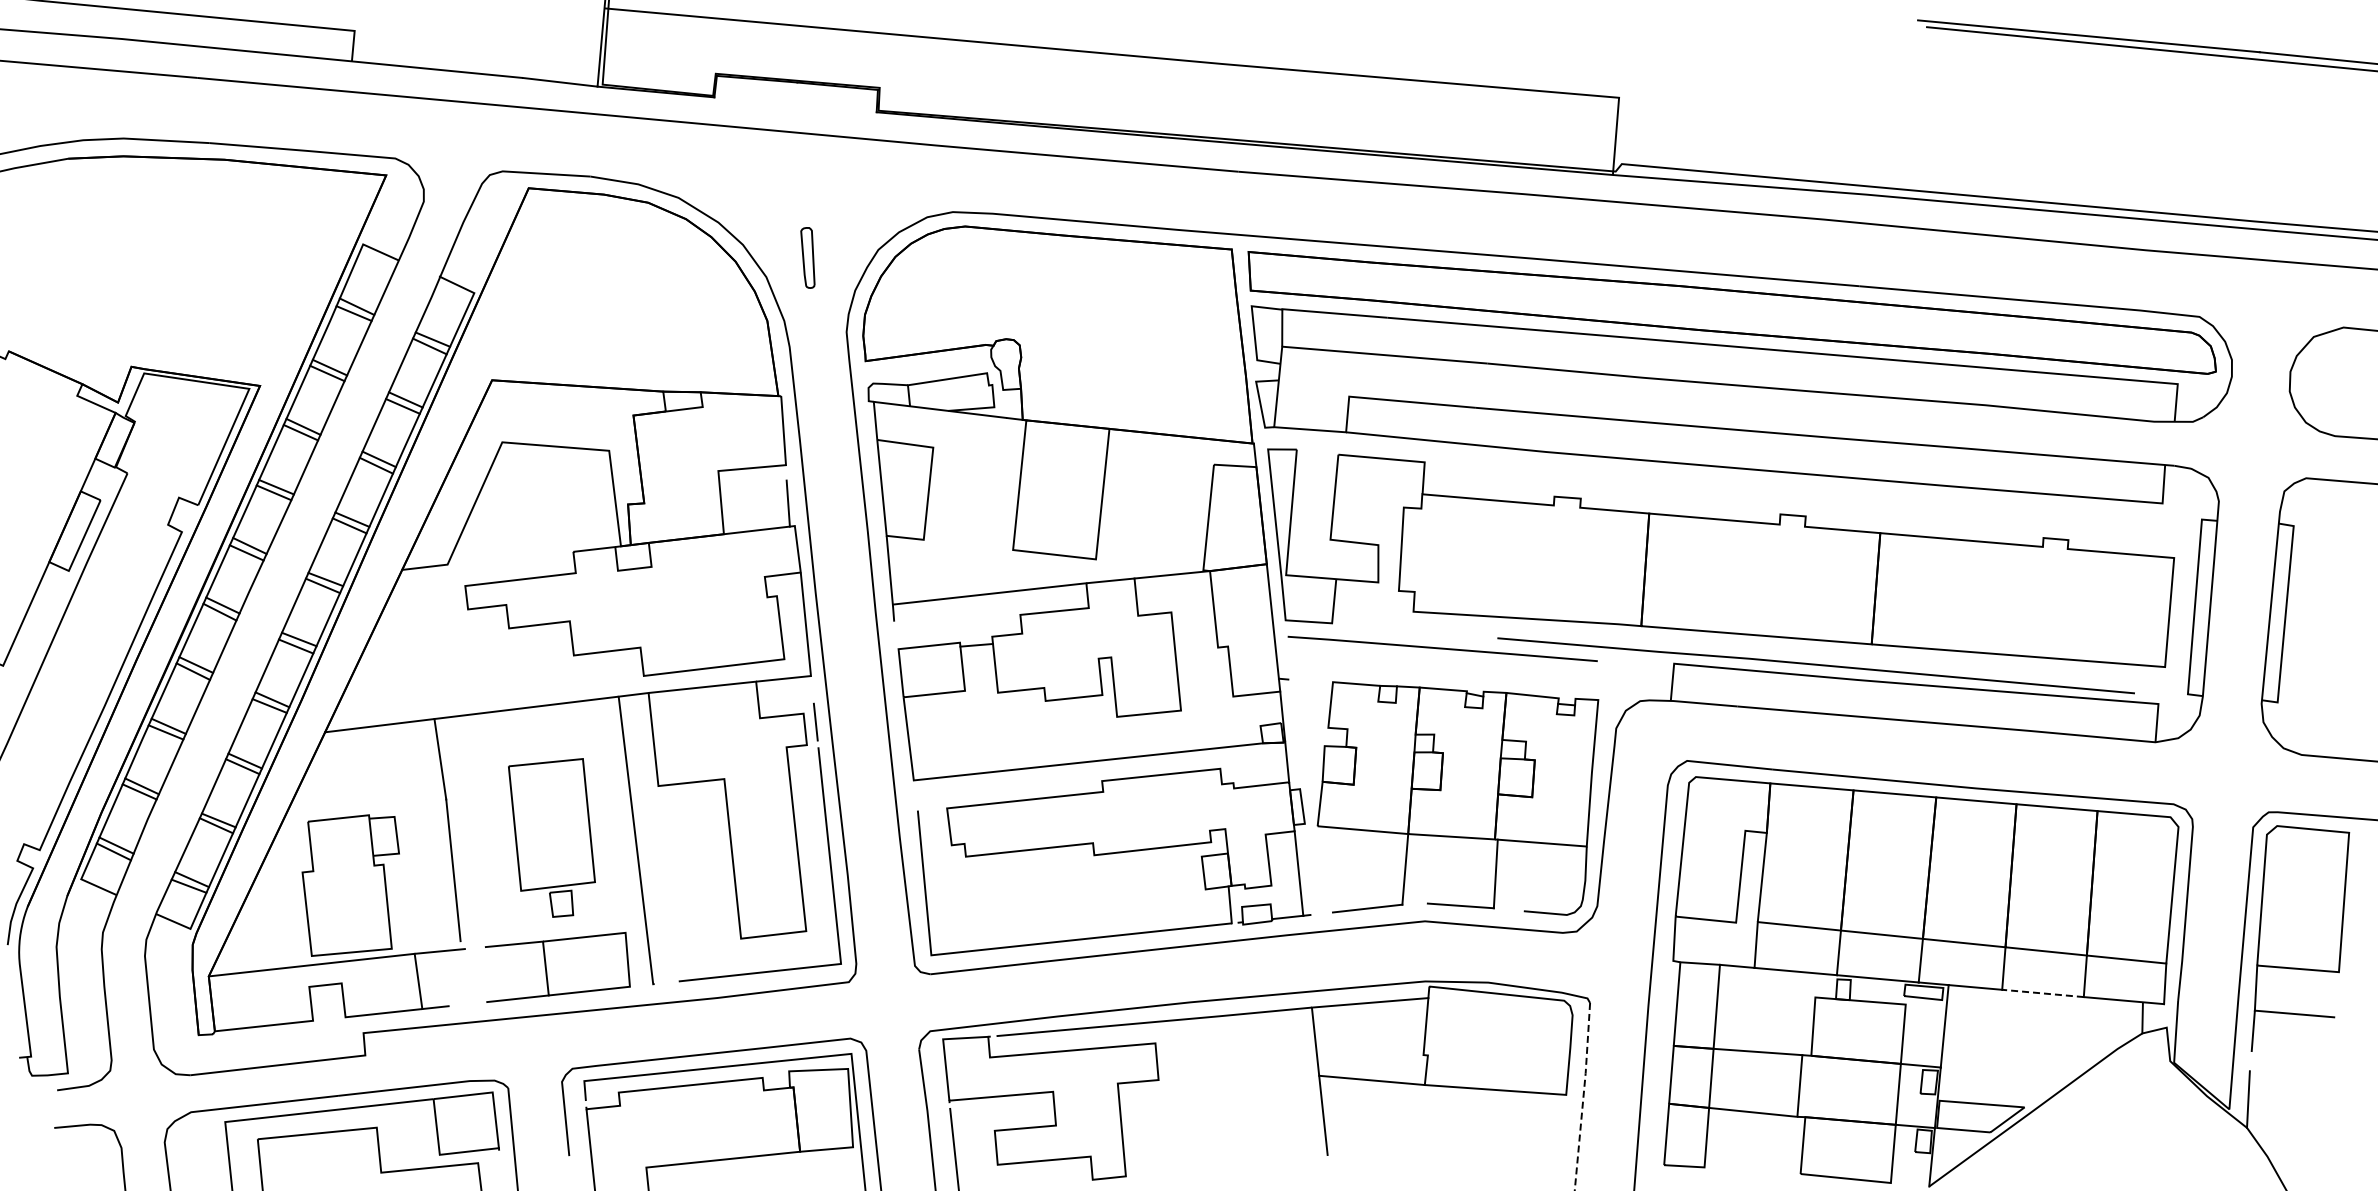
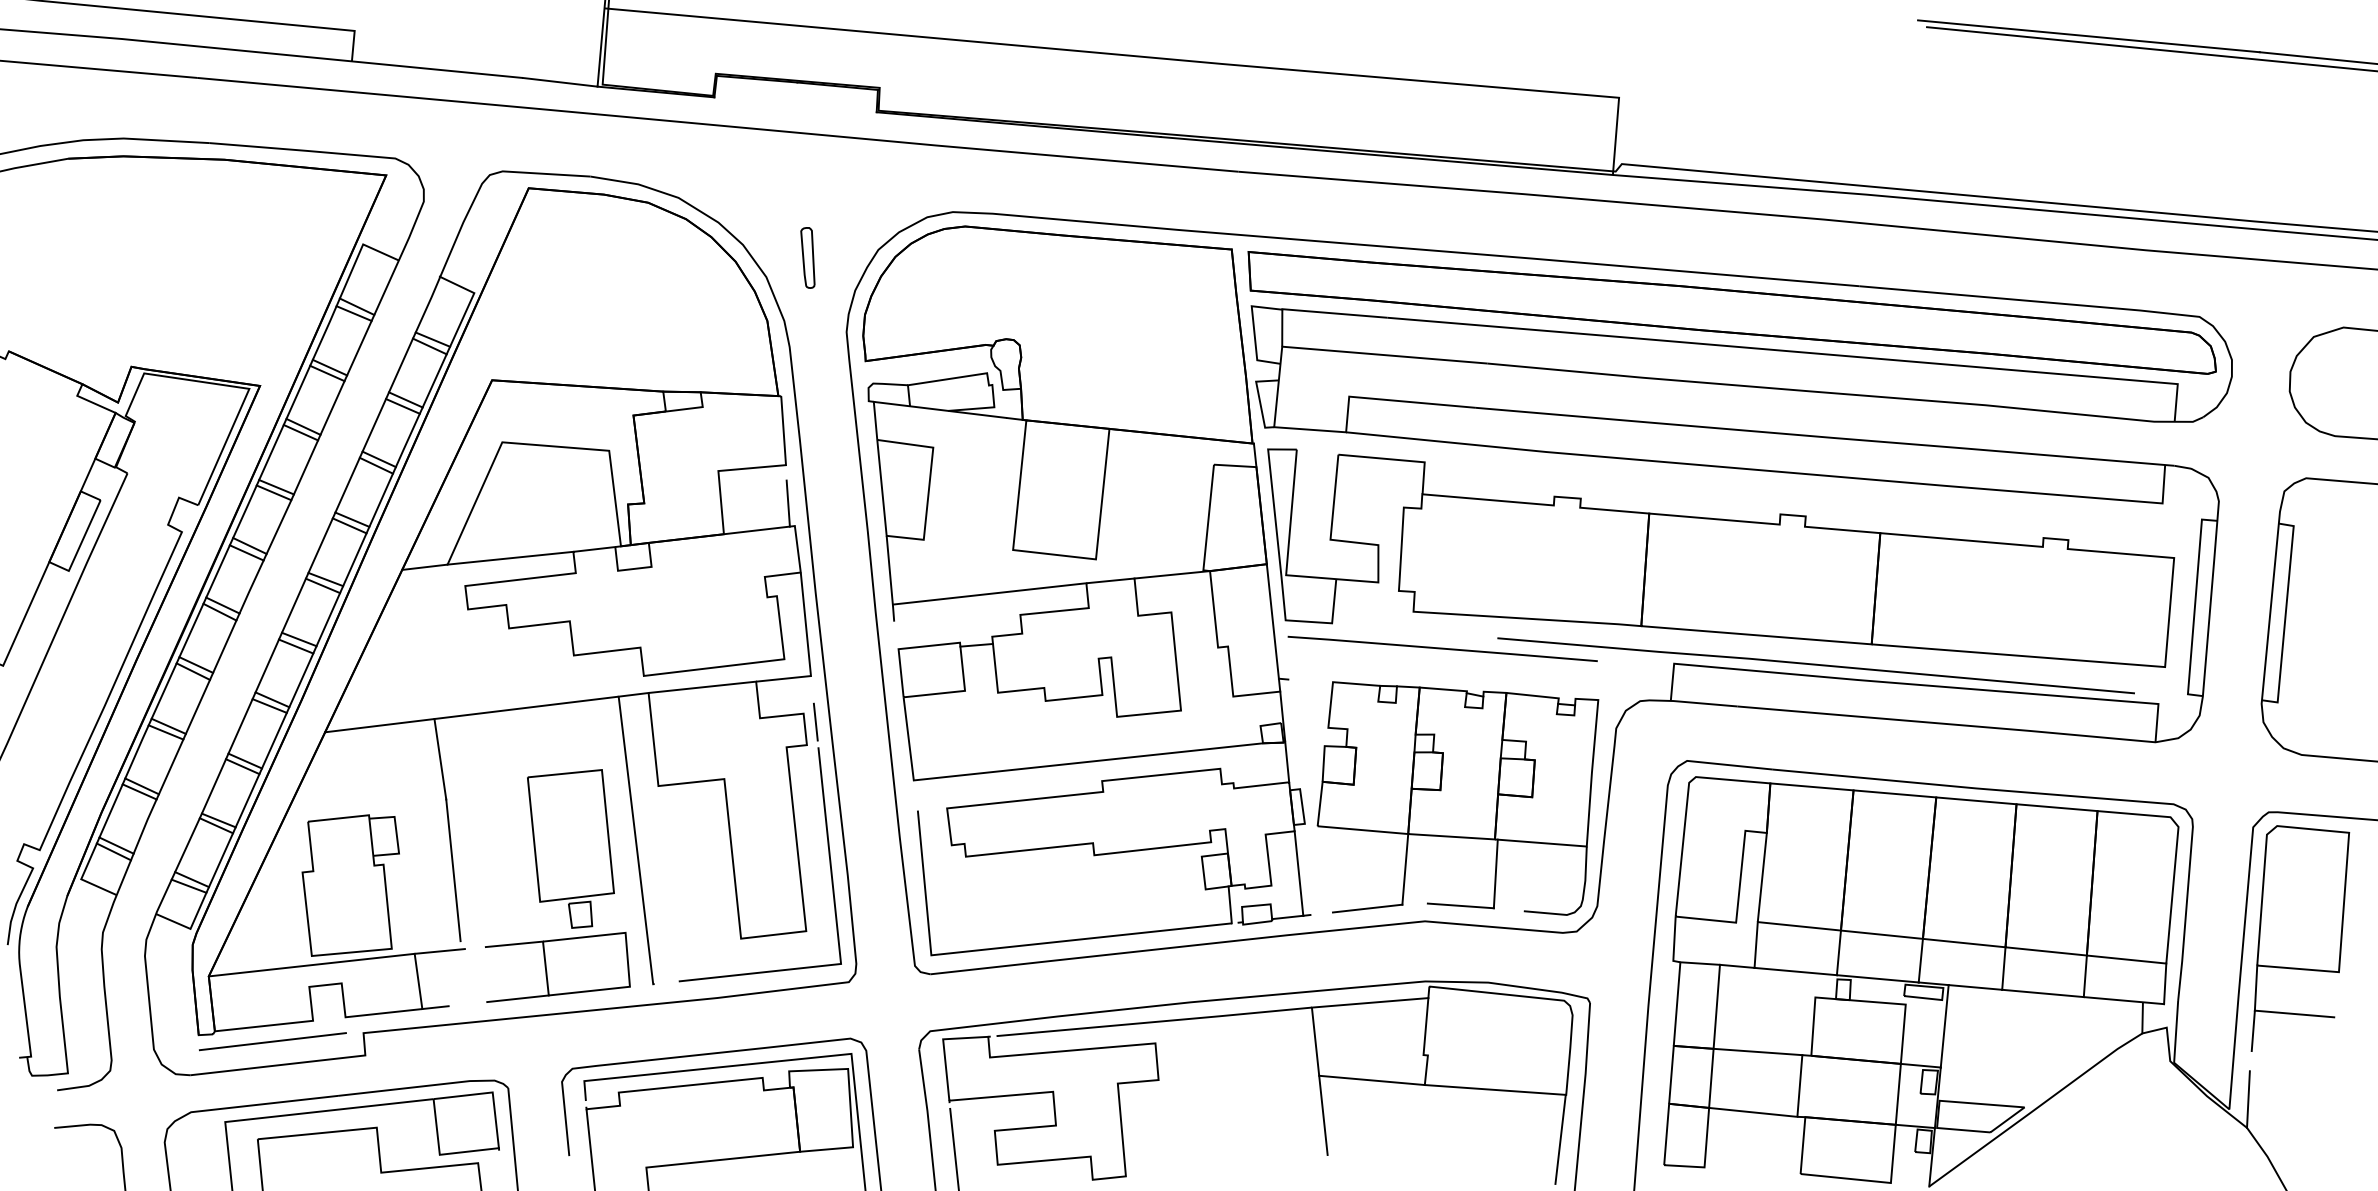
line at (510, 557): none -> present
part at (551, 837) position: (551, 837) -> (570, 848)
line at (2043, 993): dashed -> solid
line at (272, 1041): none -> present
line at (1583, 1096): dashed -> solid
line at (1560, 1138): none -> present
